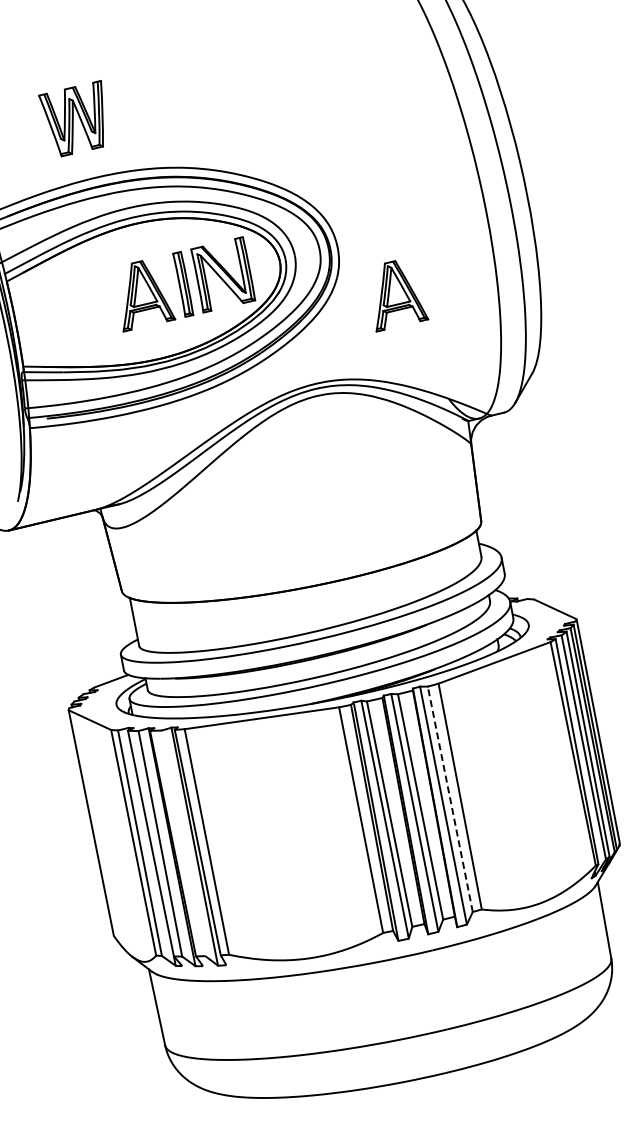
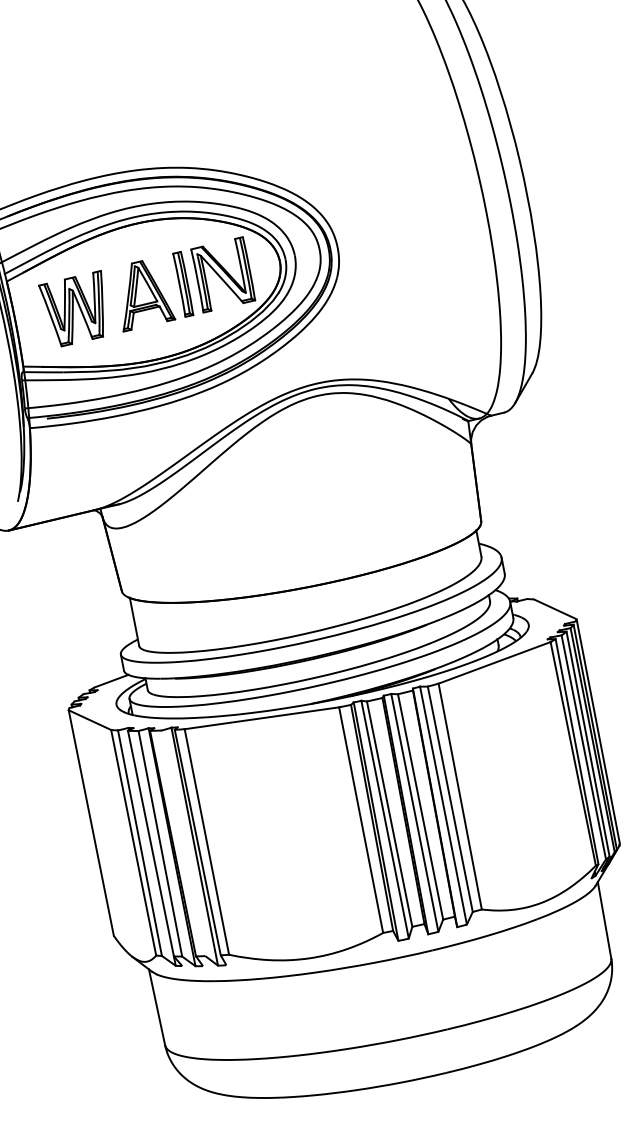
part at (70, 118) position: (70, 118) -> (70, 308)
part at (402, 296): present -> none
line at (450, 799): dashed -> solid
